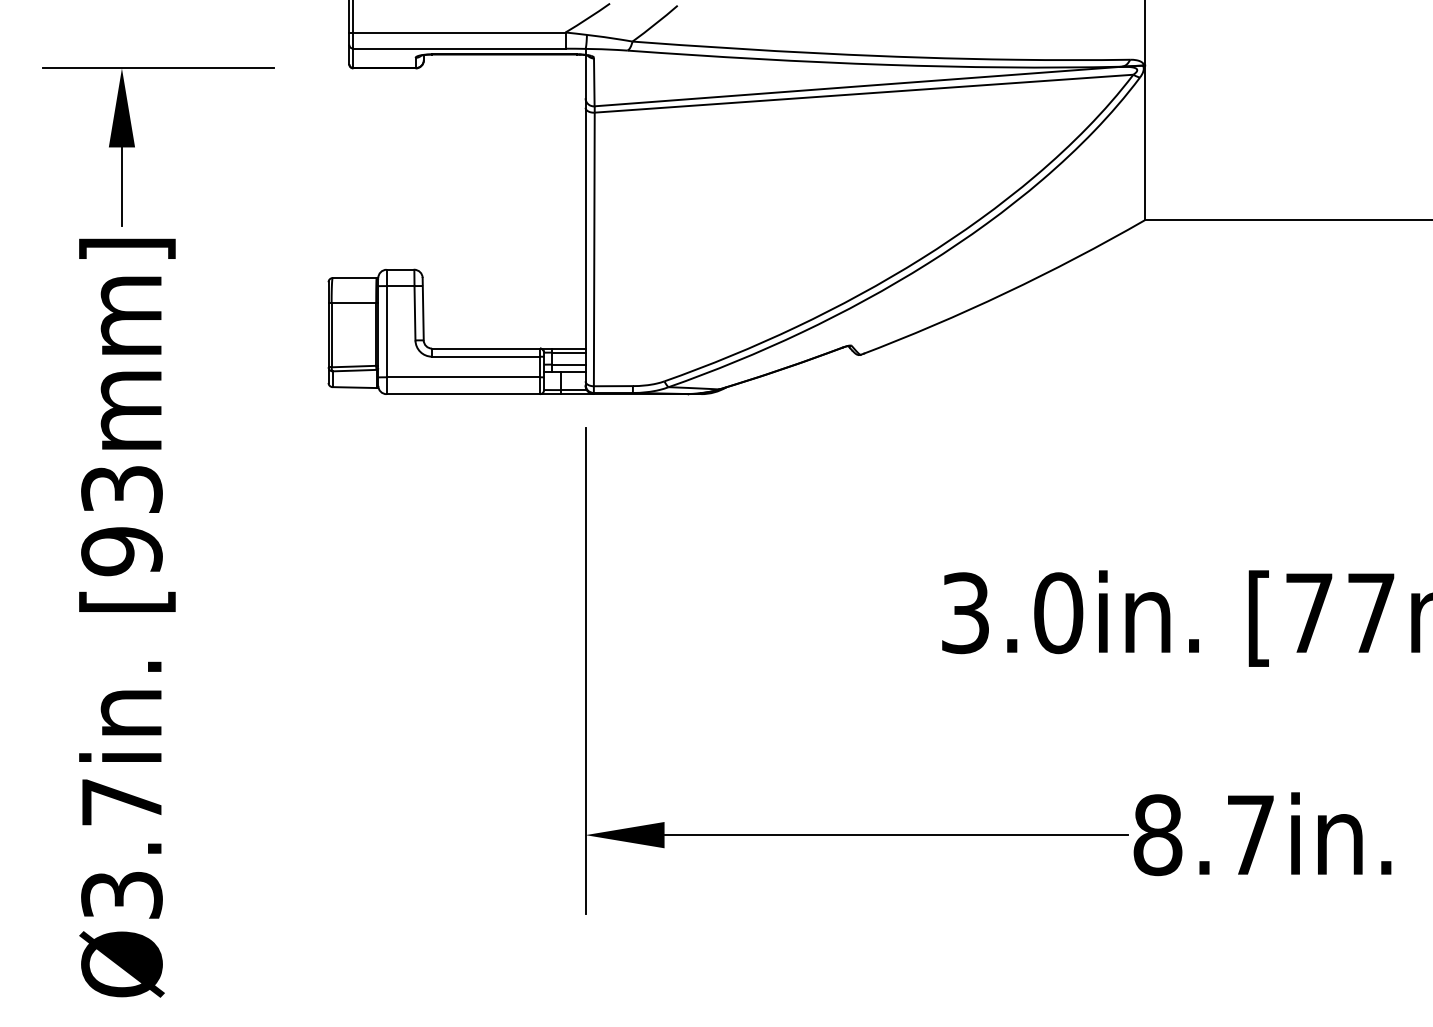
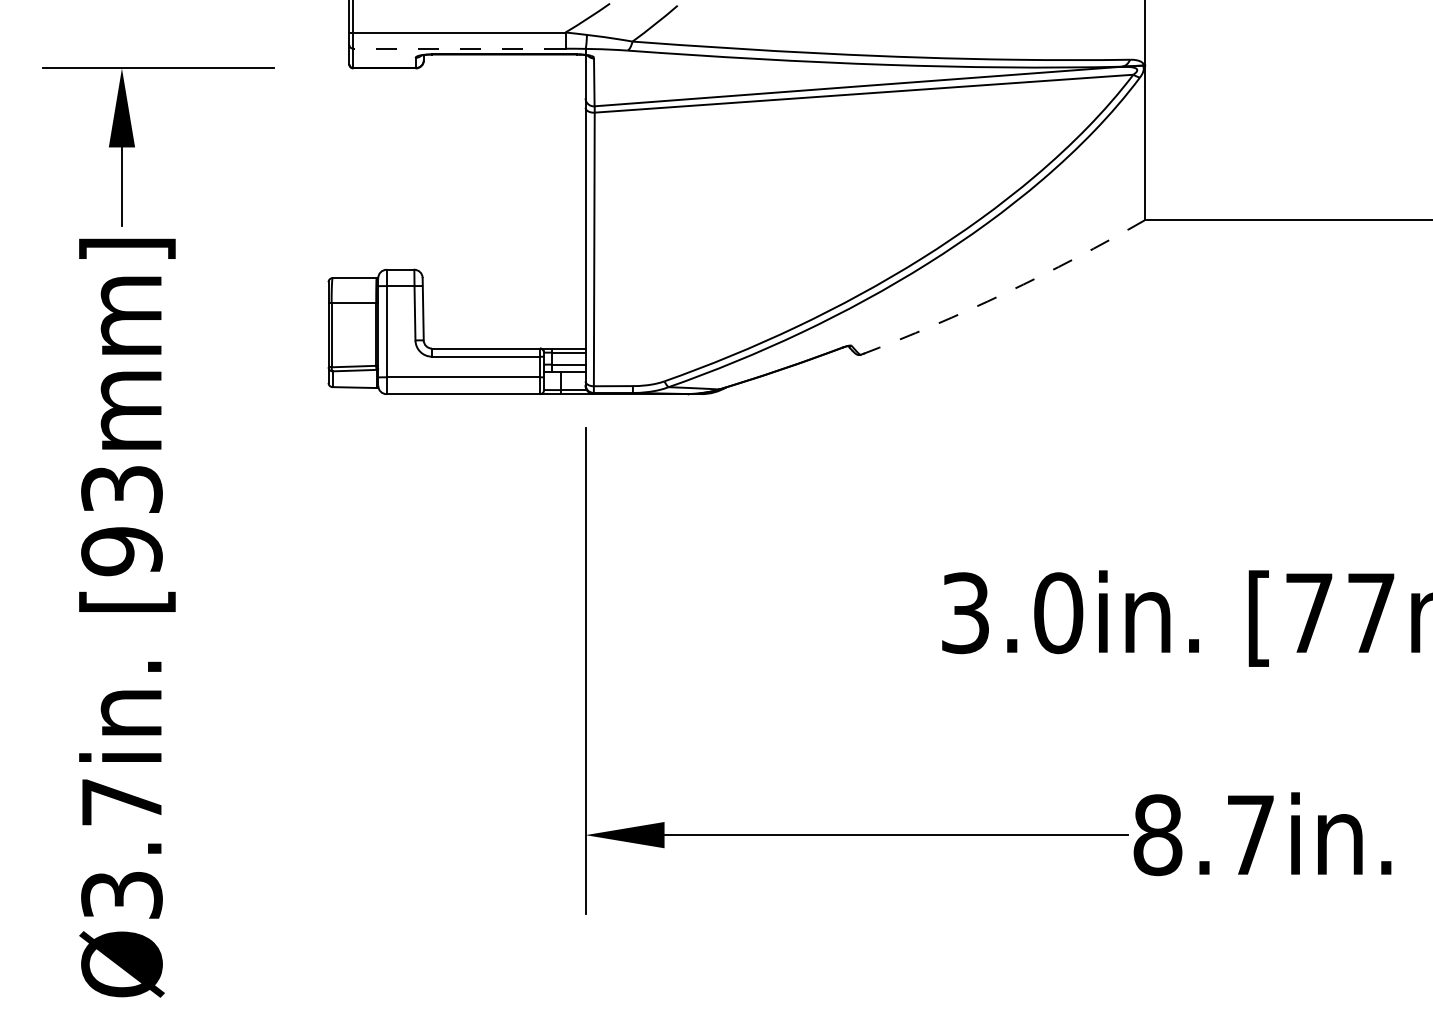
line at (458, 48): solid -> dashed
arc at (1005, 293): solid -> dashed
